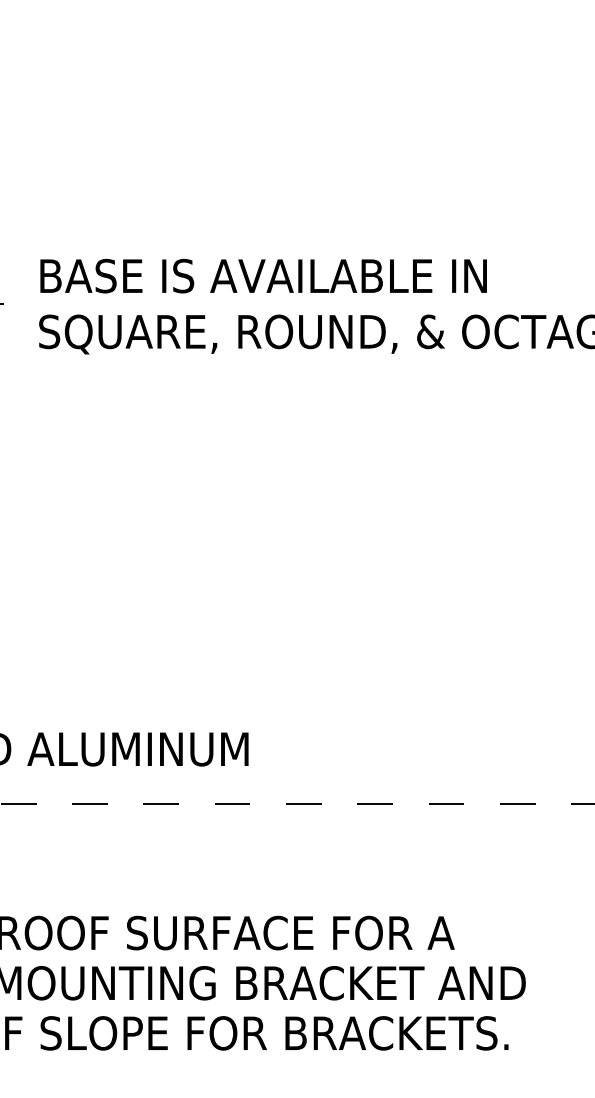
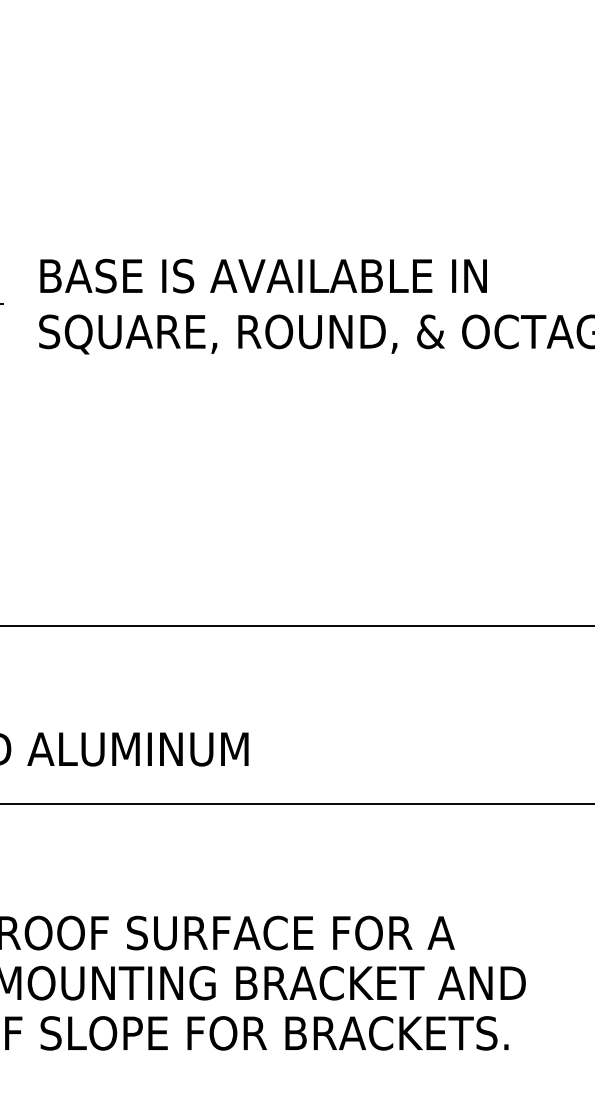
line at (296, 625): none -> present
line at (297, 803): dashed -> solid
